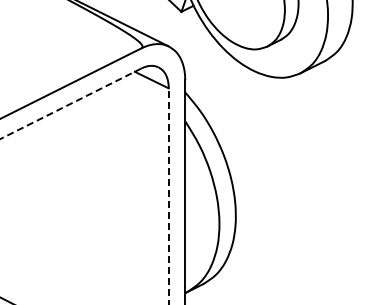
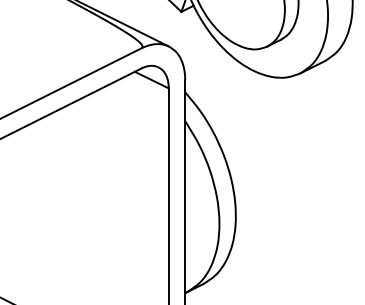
line at (70, 103): dashed -> solid
line at (168, 196): dashed -> solid
